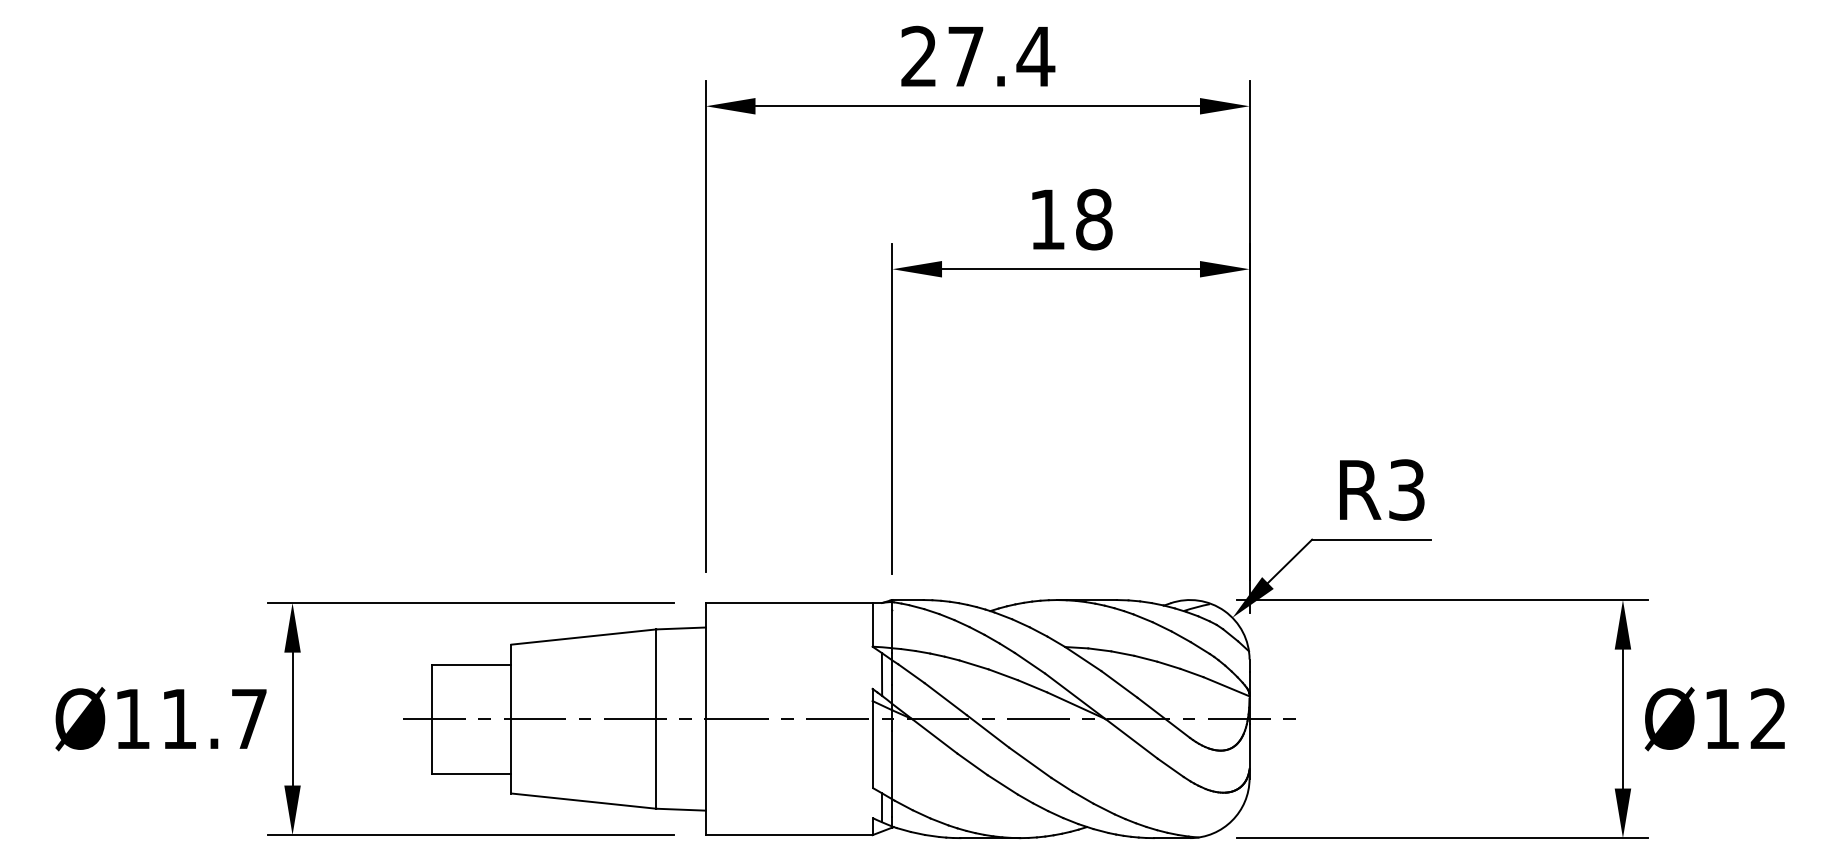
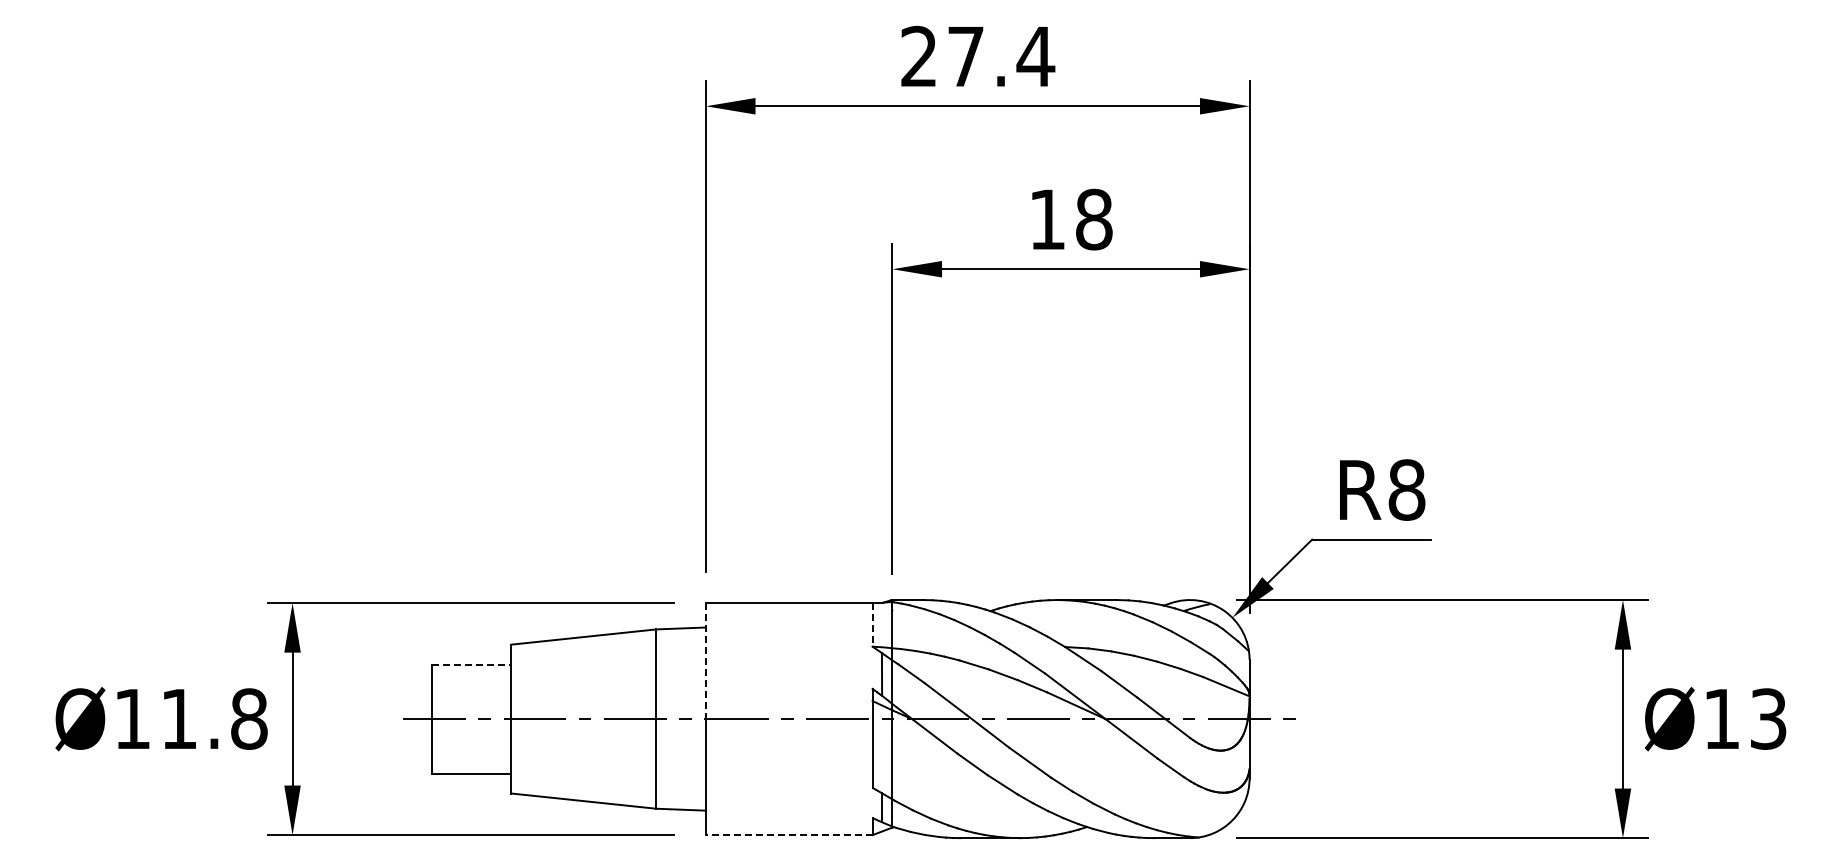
text at (1406, 489): R3 -> R8
line at (872, 624): solid -> dashed
line at (705, 661): solid -> dashed
line at (471, 664): solid -> dashed
text at (249, 718): Ø11.7 -> Ø11.8
text at (1768, 718): Ø12 -> Ø13
line at (788, 835): solid -> dashed
